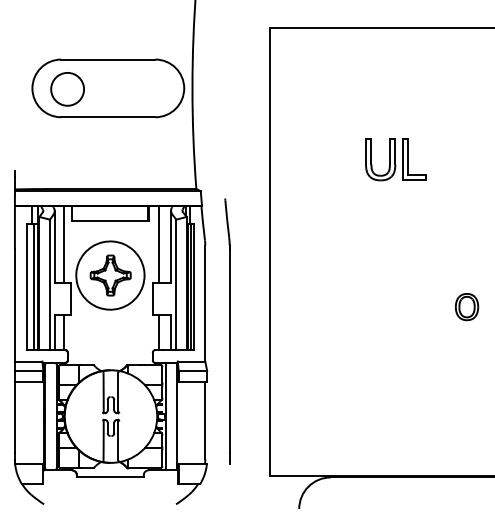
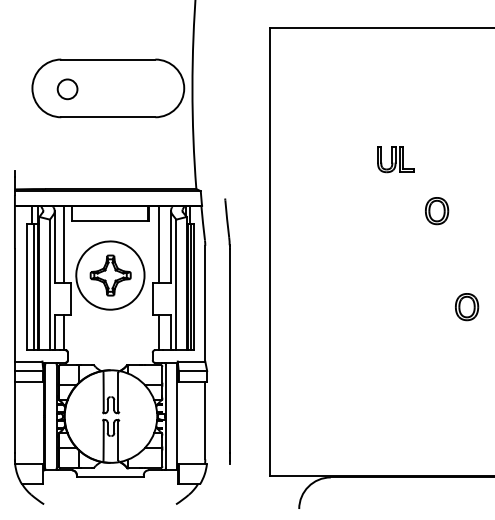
circle at (67, 88) diameter: 33 px -> 20 px
part at (395, 159) size: 62x44 px -> 38x28 px
part at (437, 211): none -> present
